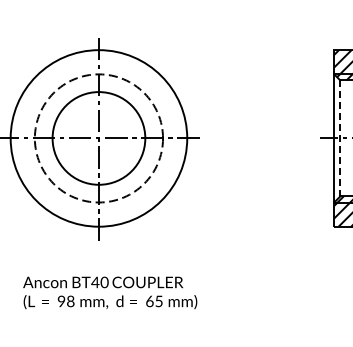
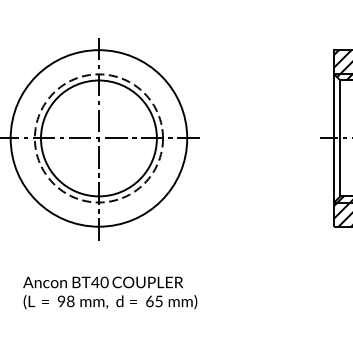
circle at (98, 138) diameter: 93 px -> 116 px
line at (340, 138): dashed -> solid
